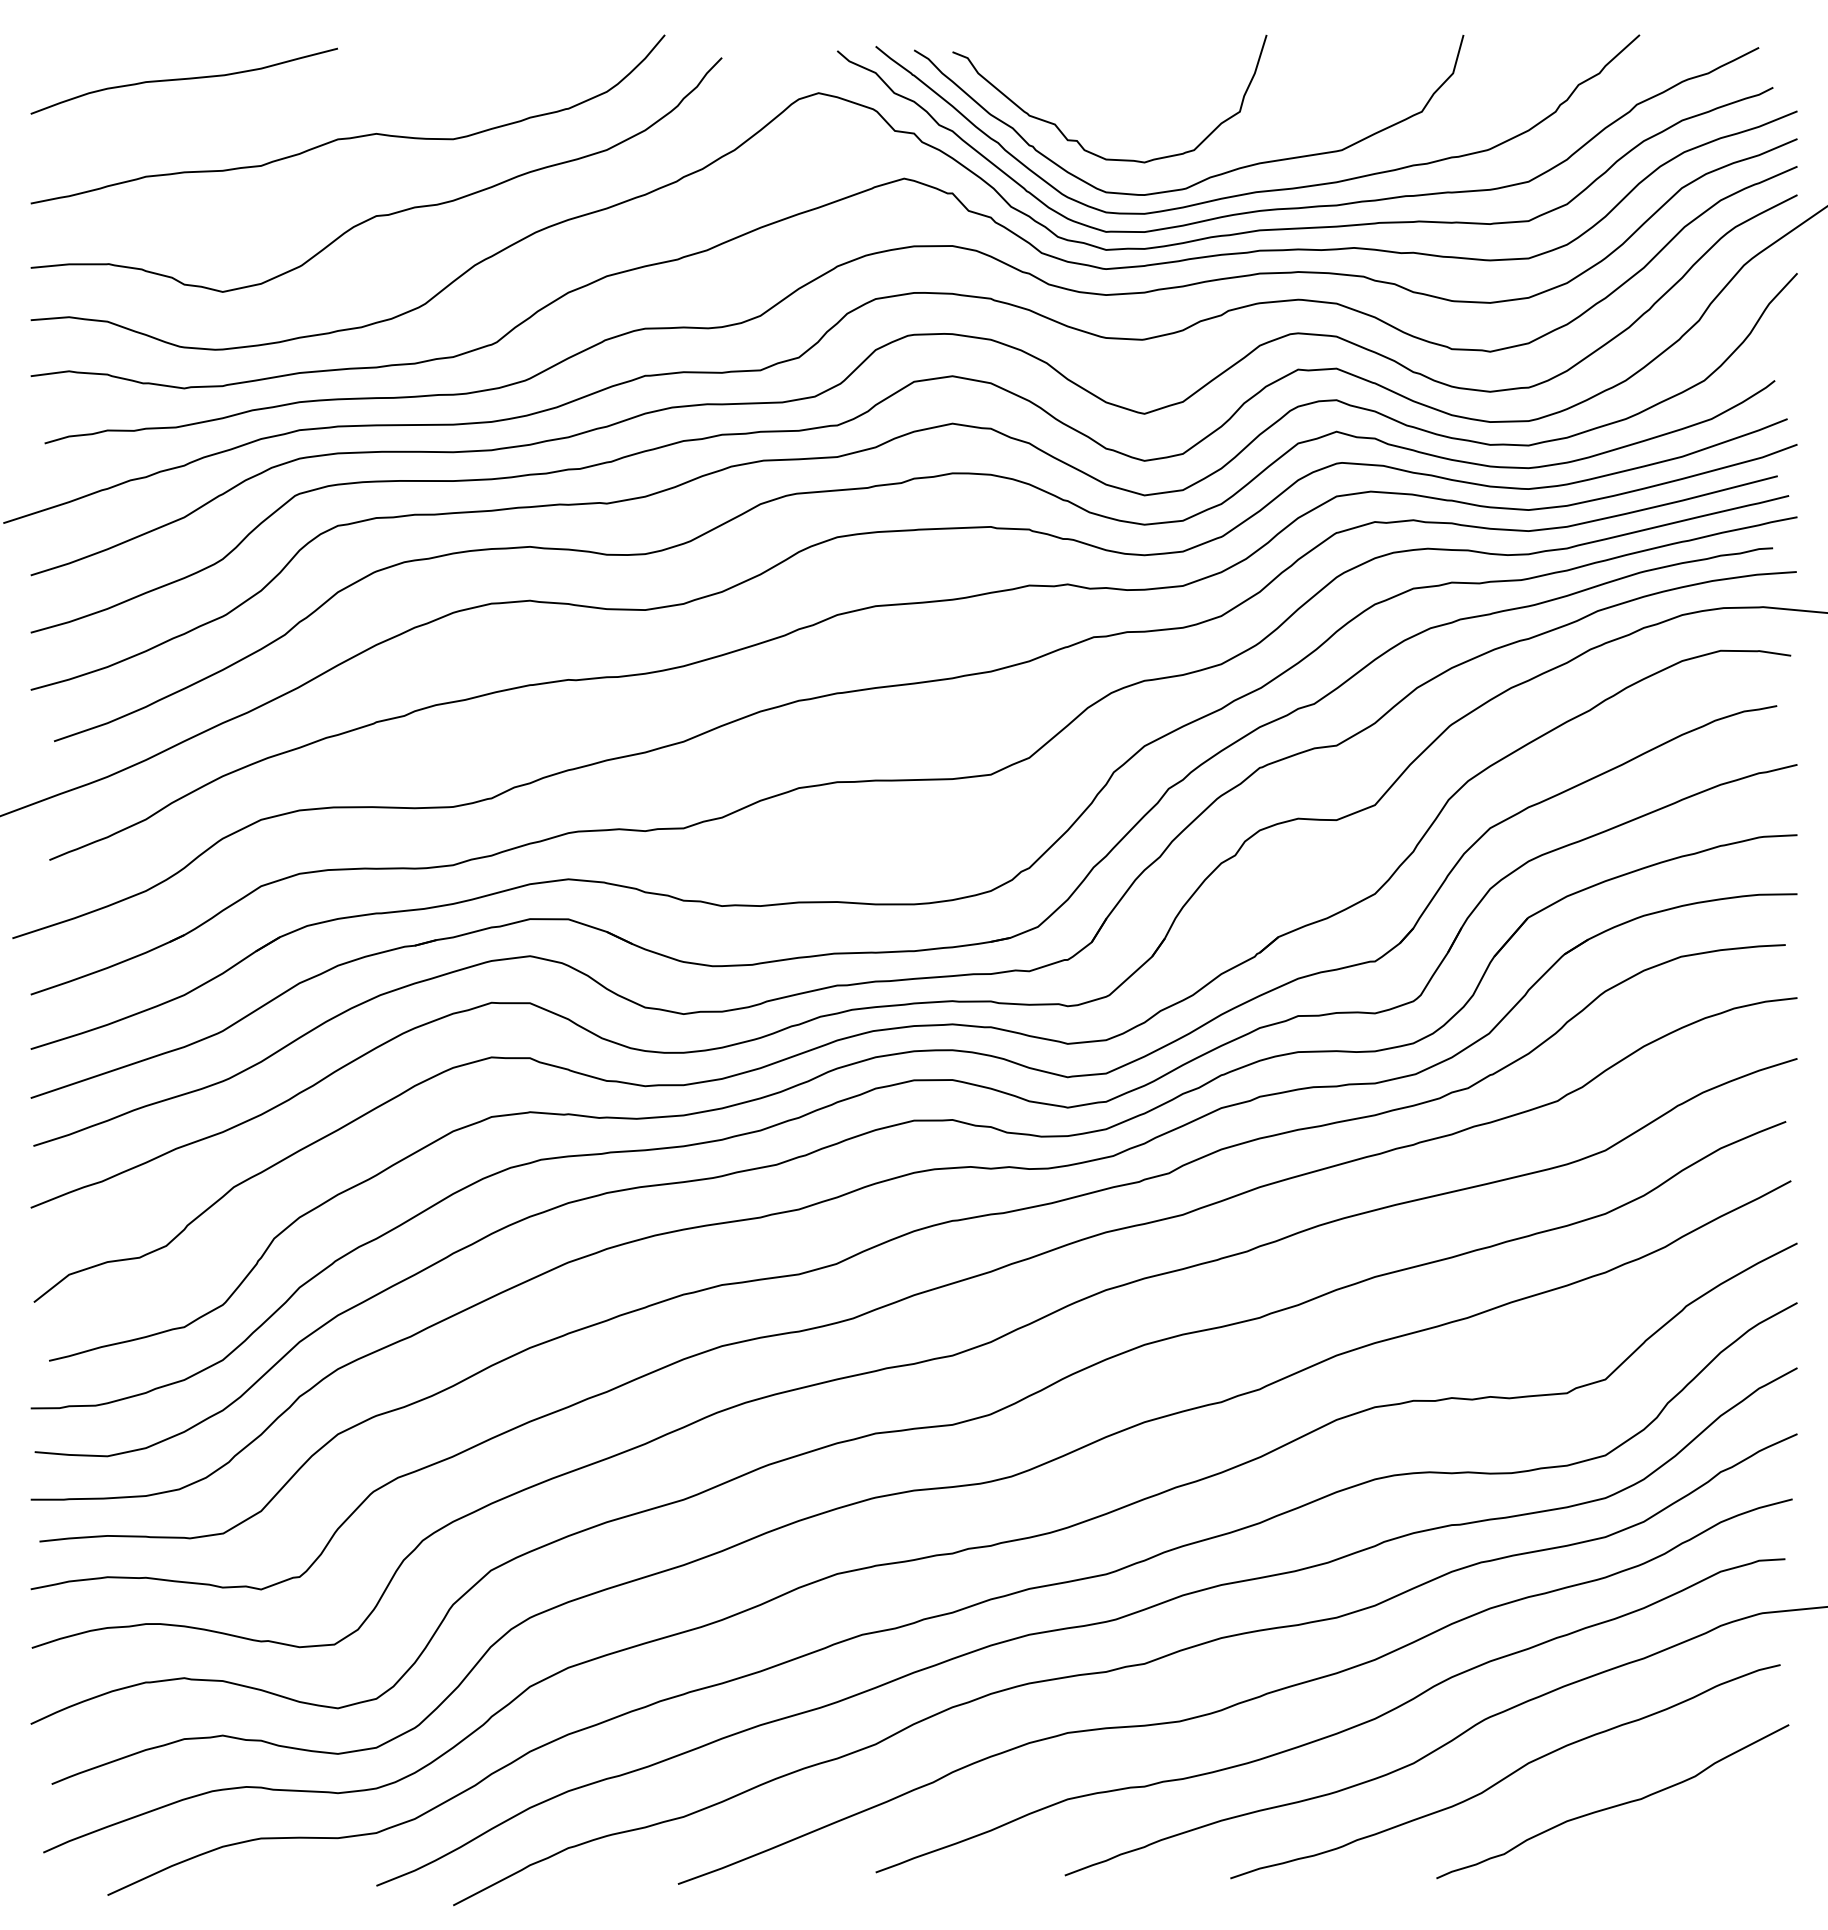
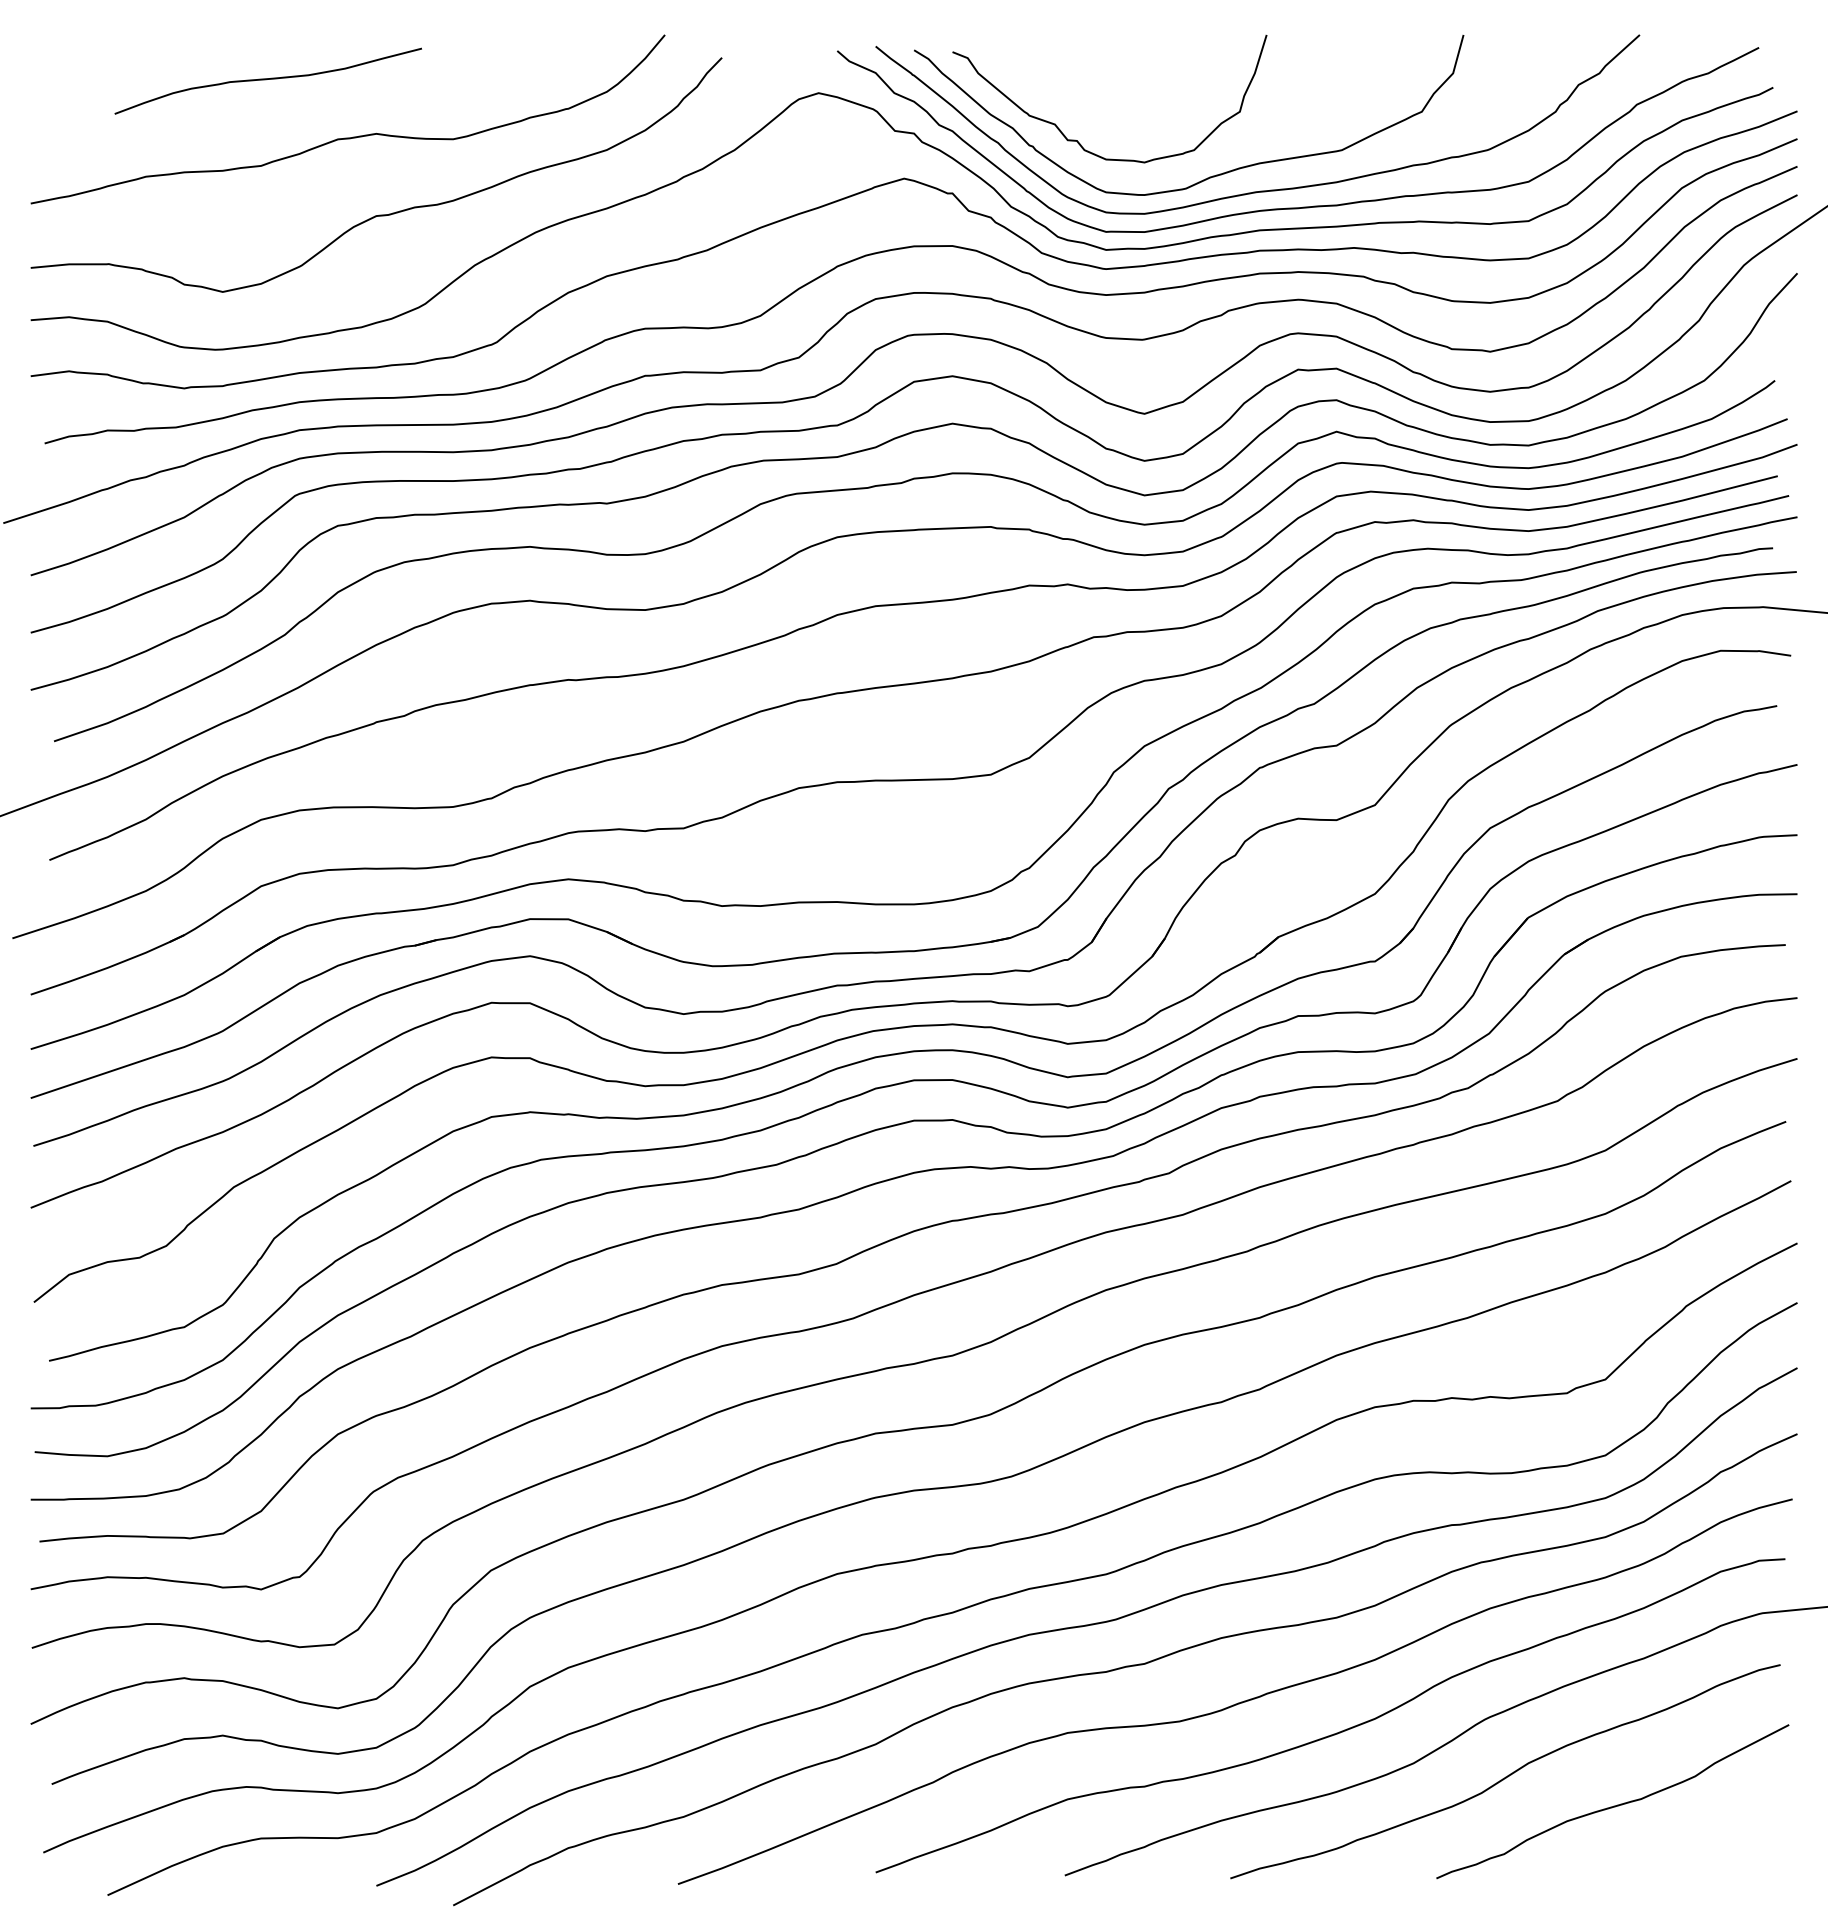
curve at (183, 79) position: (183, 79) -> (267, 79)
